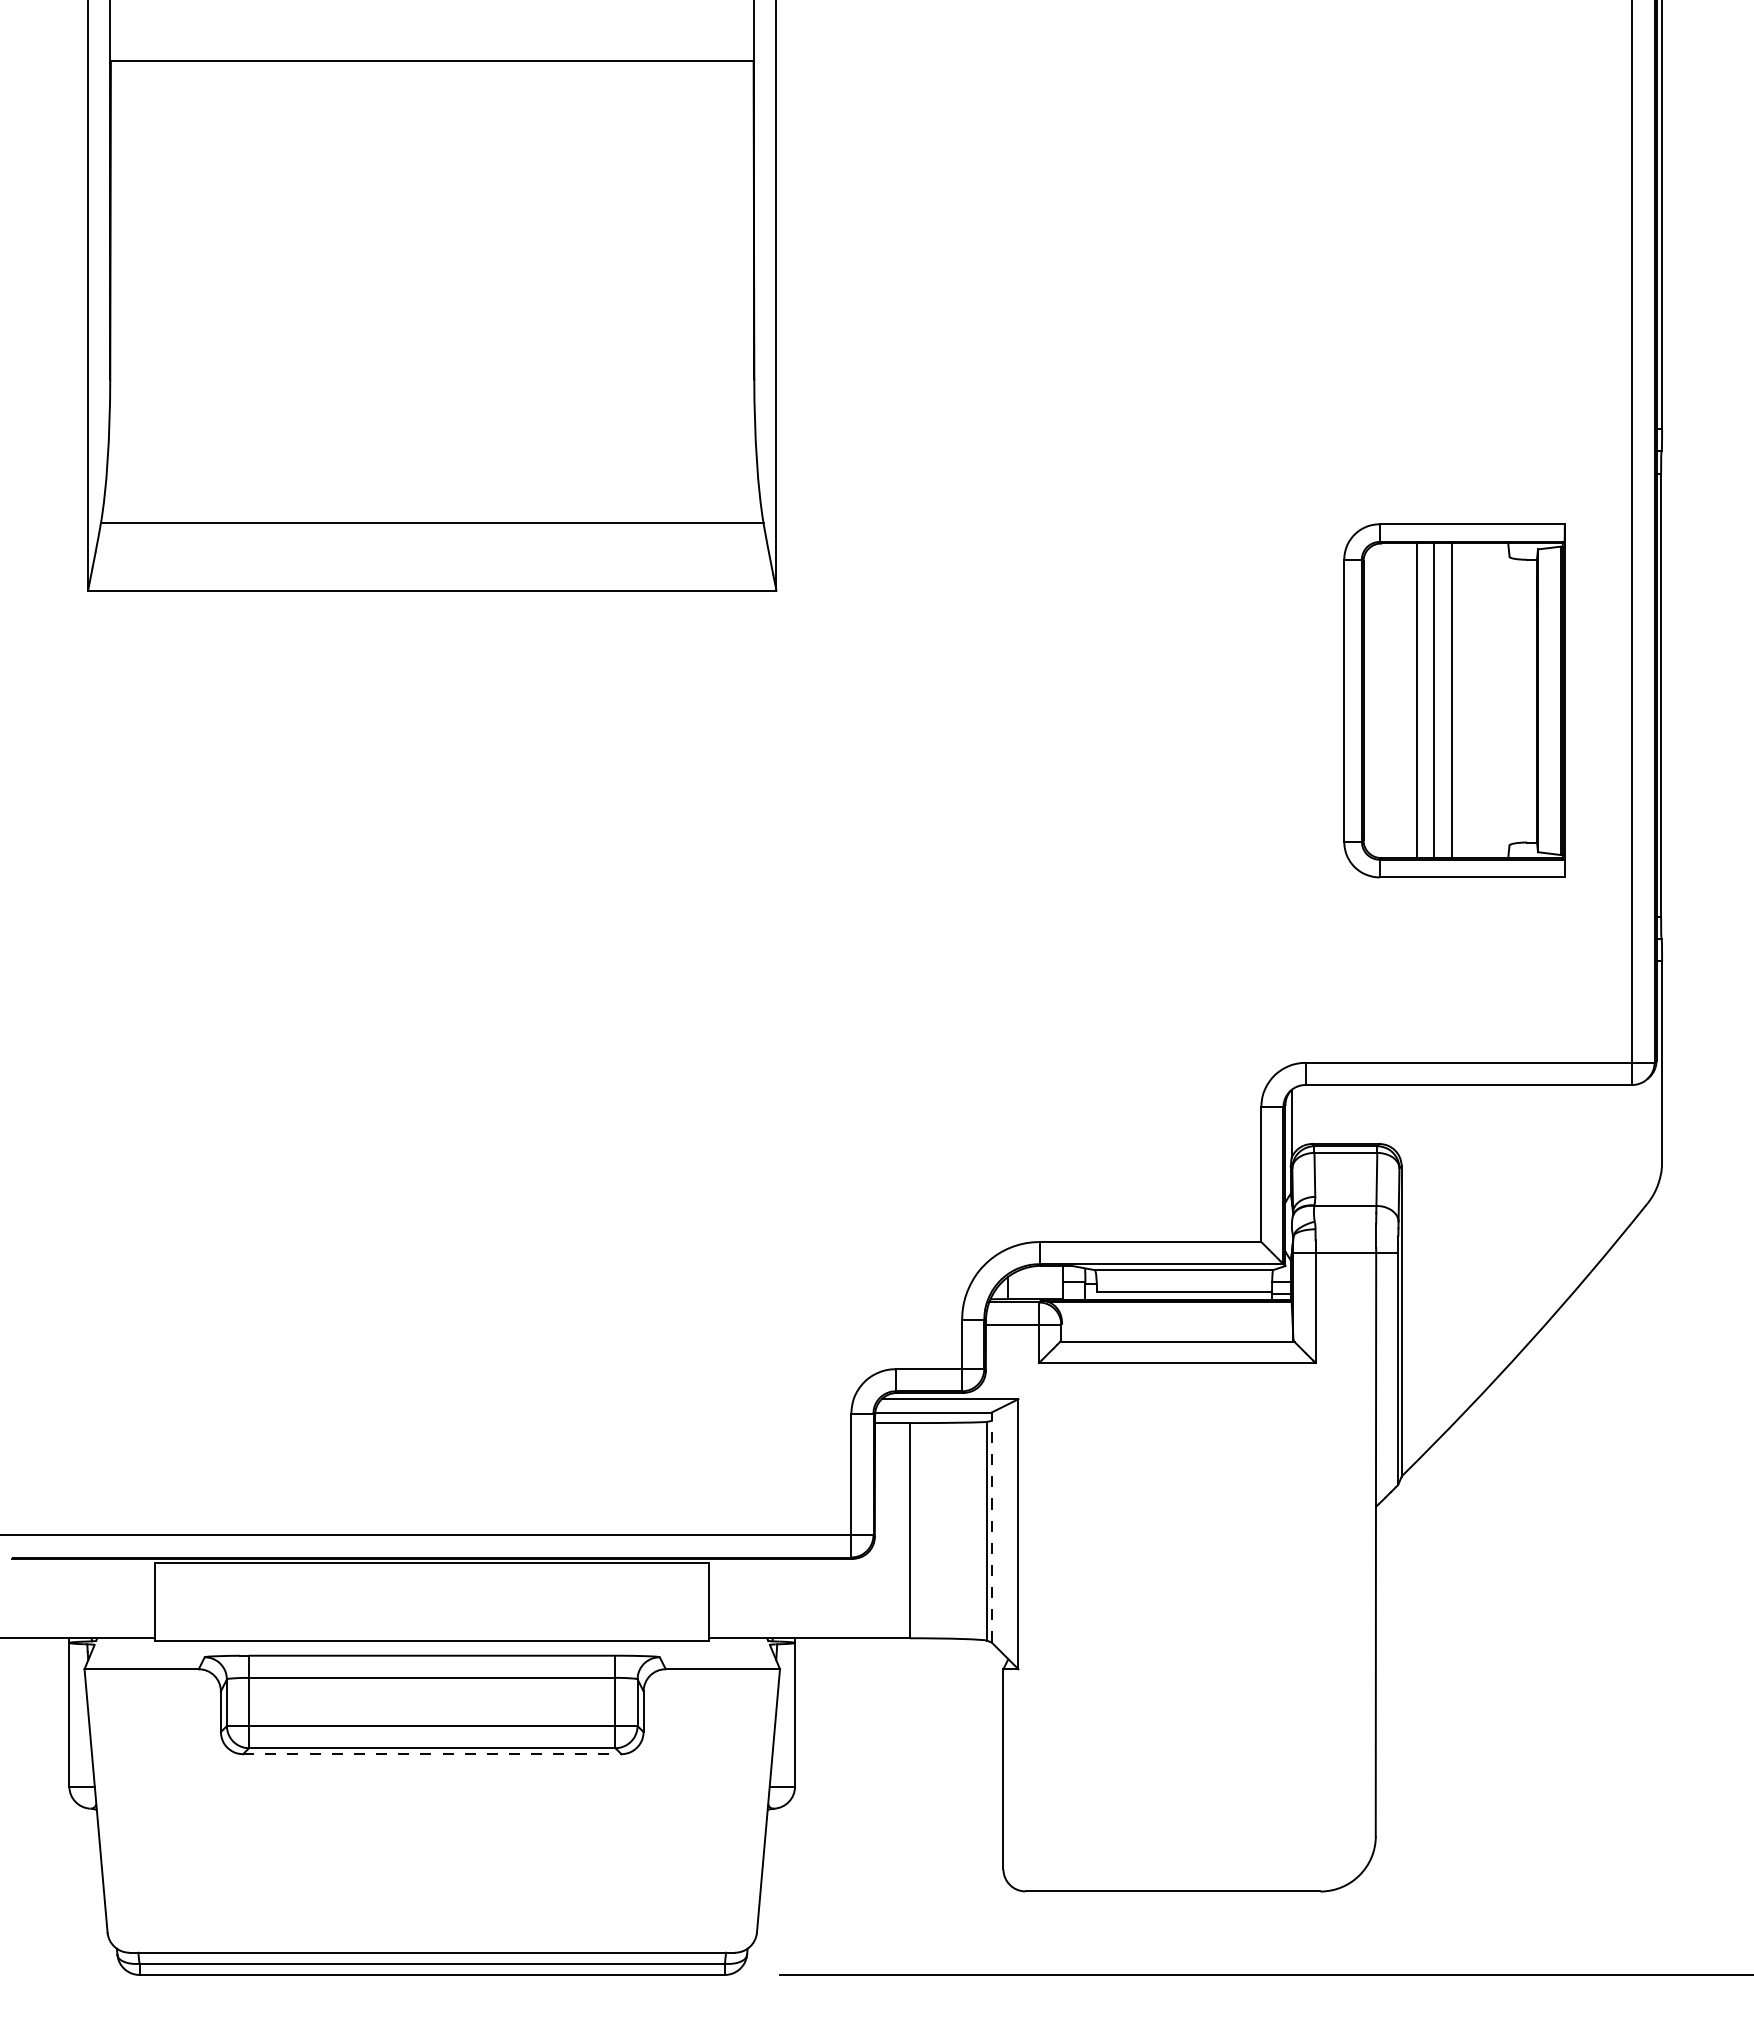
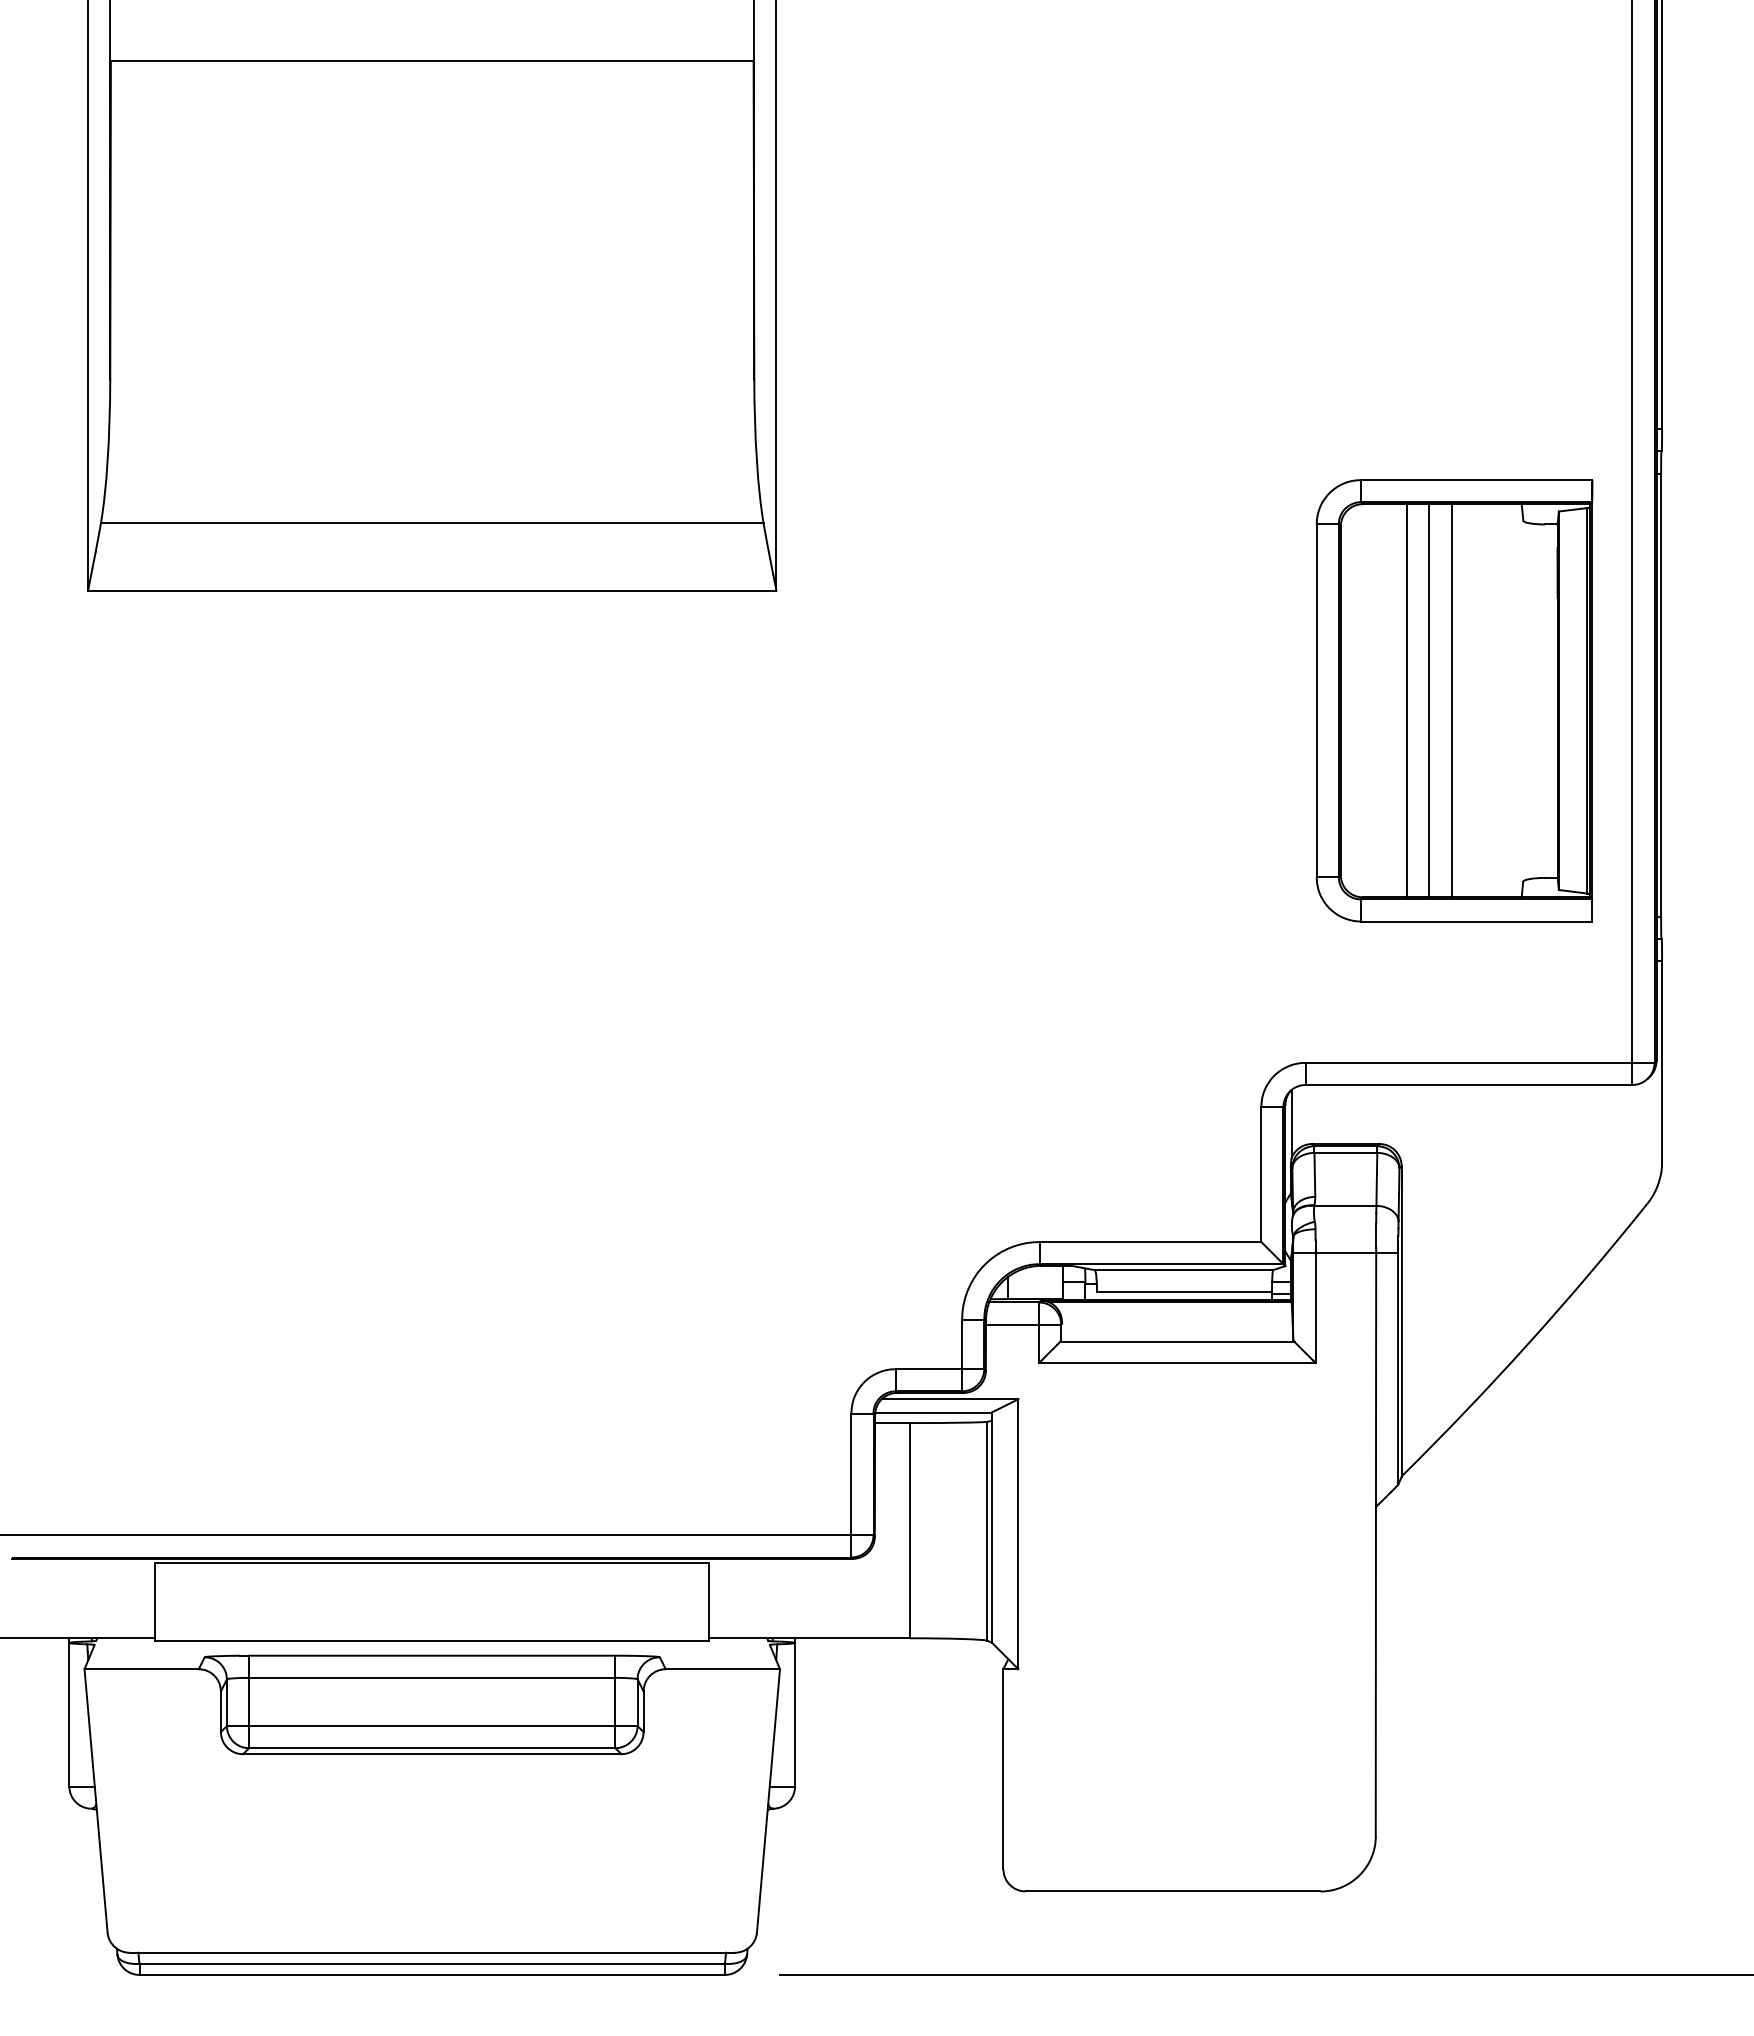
part at (1454, 700) size: 223x356 px -> 279x444 px
line at (991, 1527): dashed -> solid
line at (432, 1754): dashed -> solid
